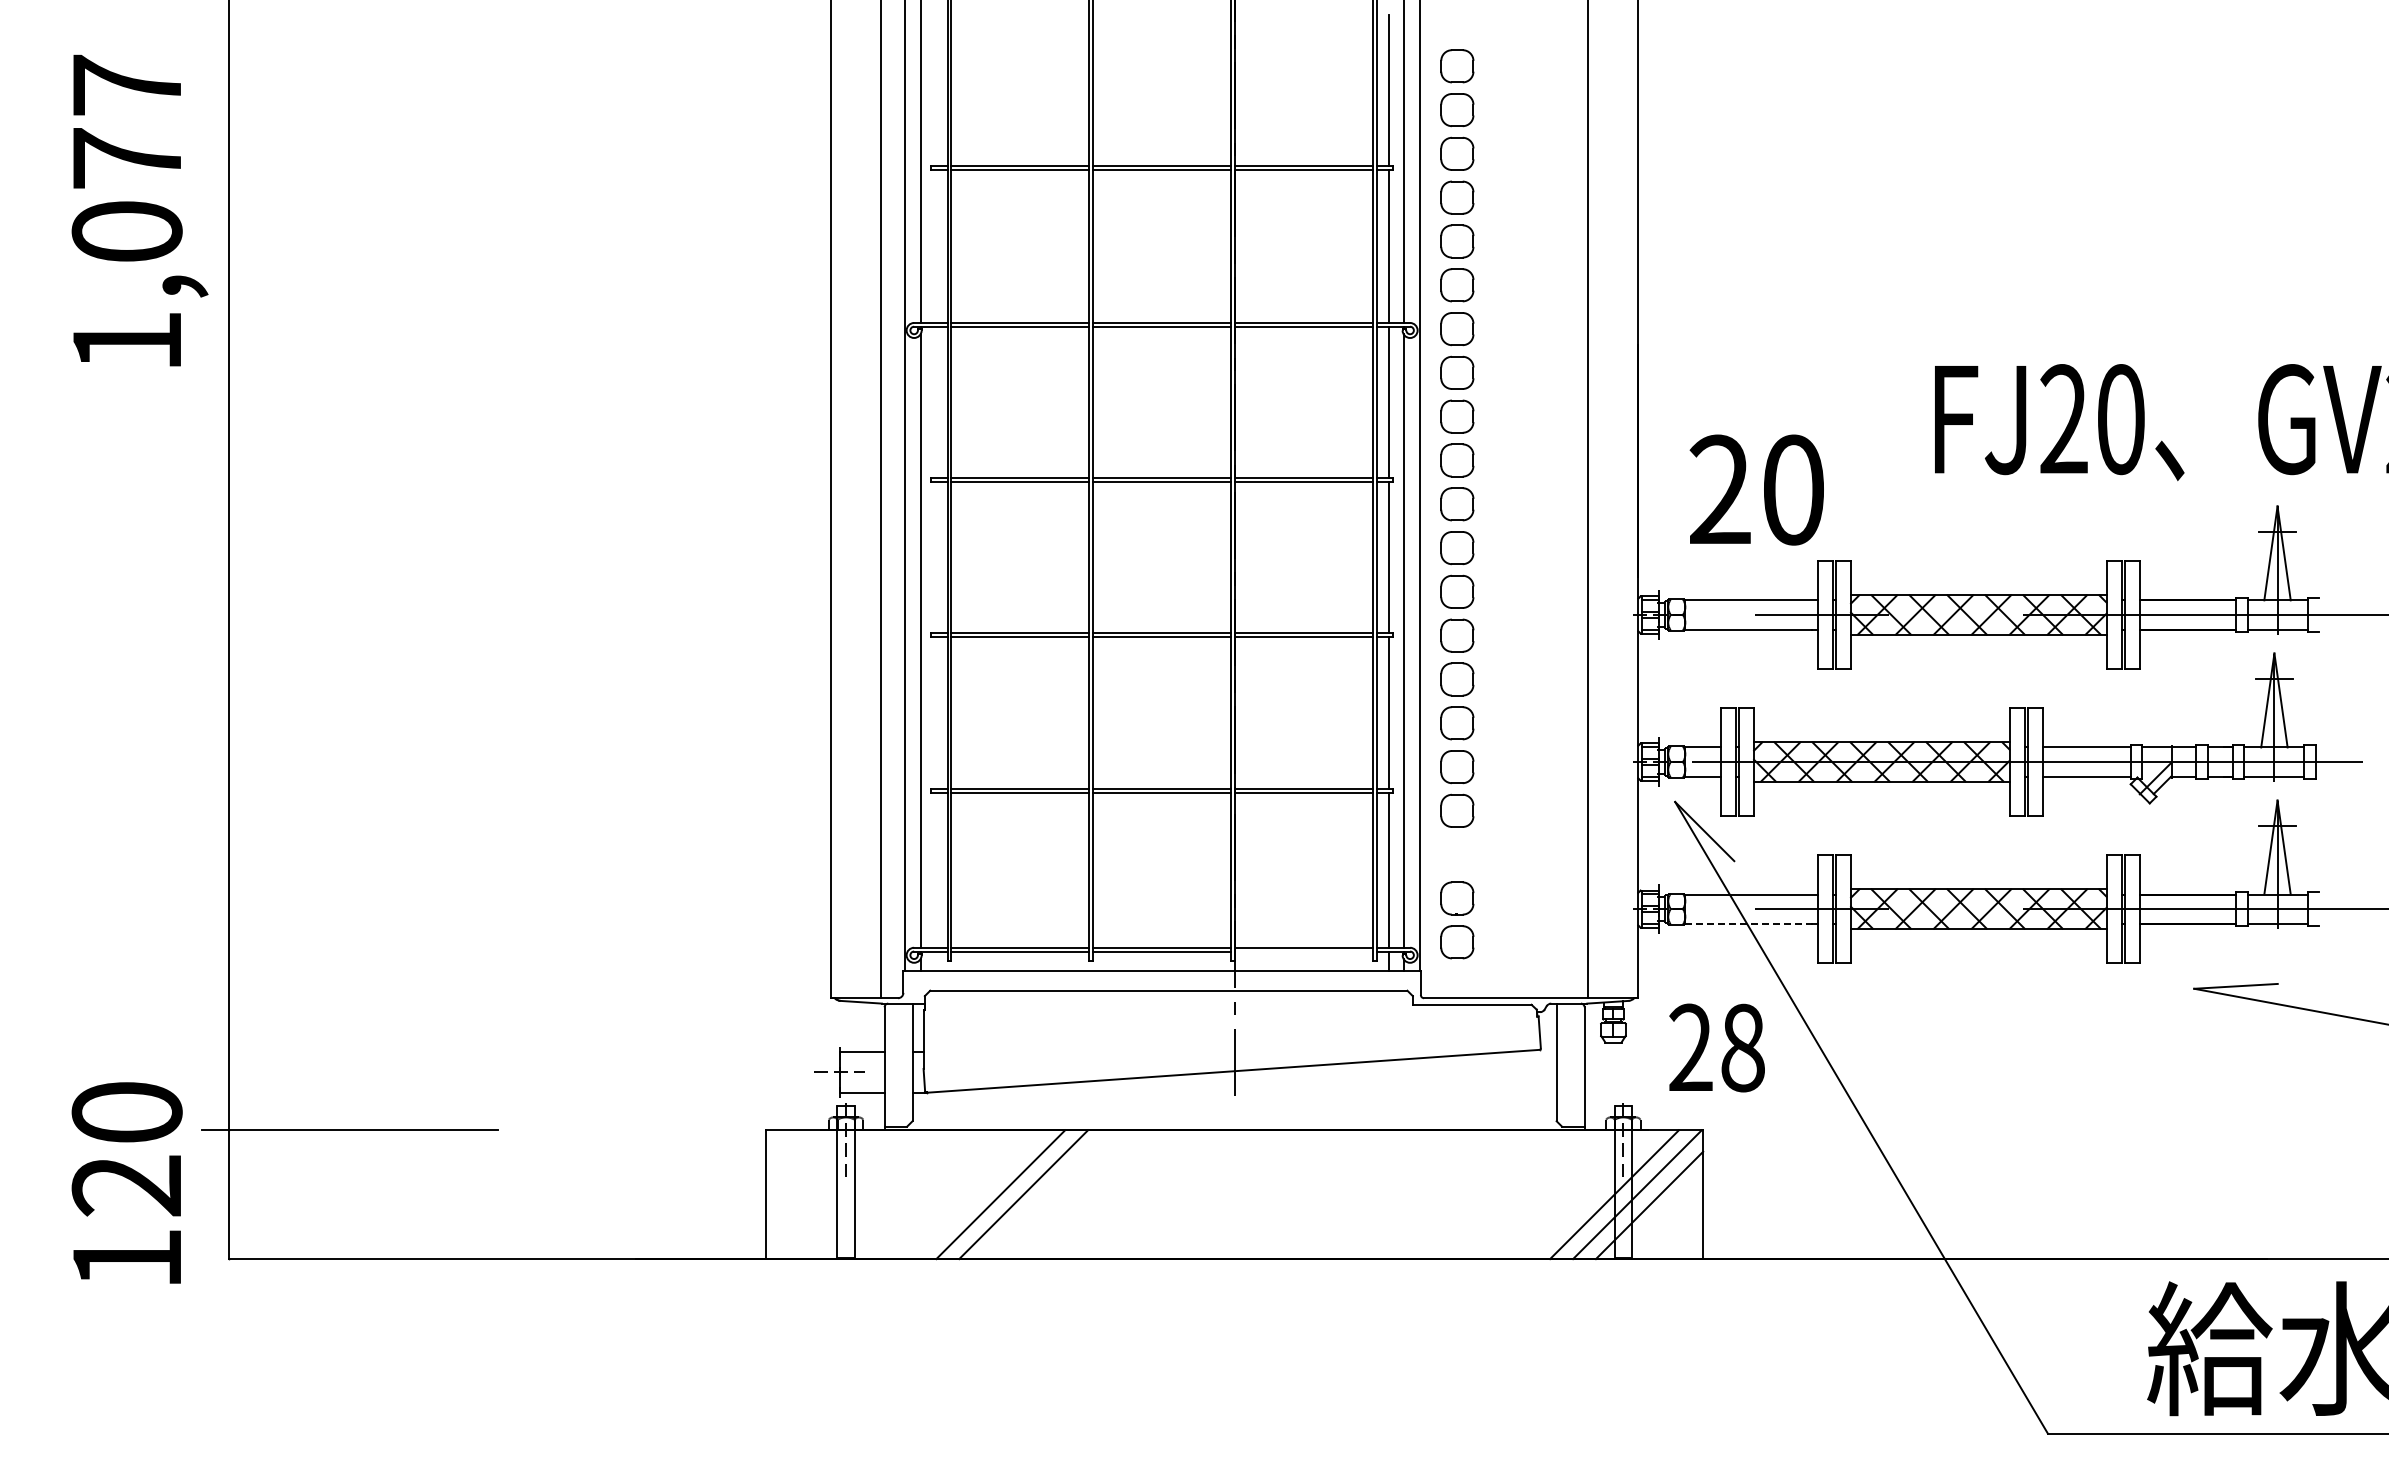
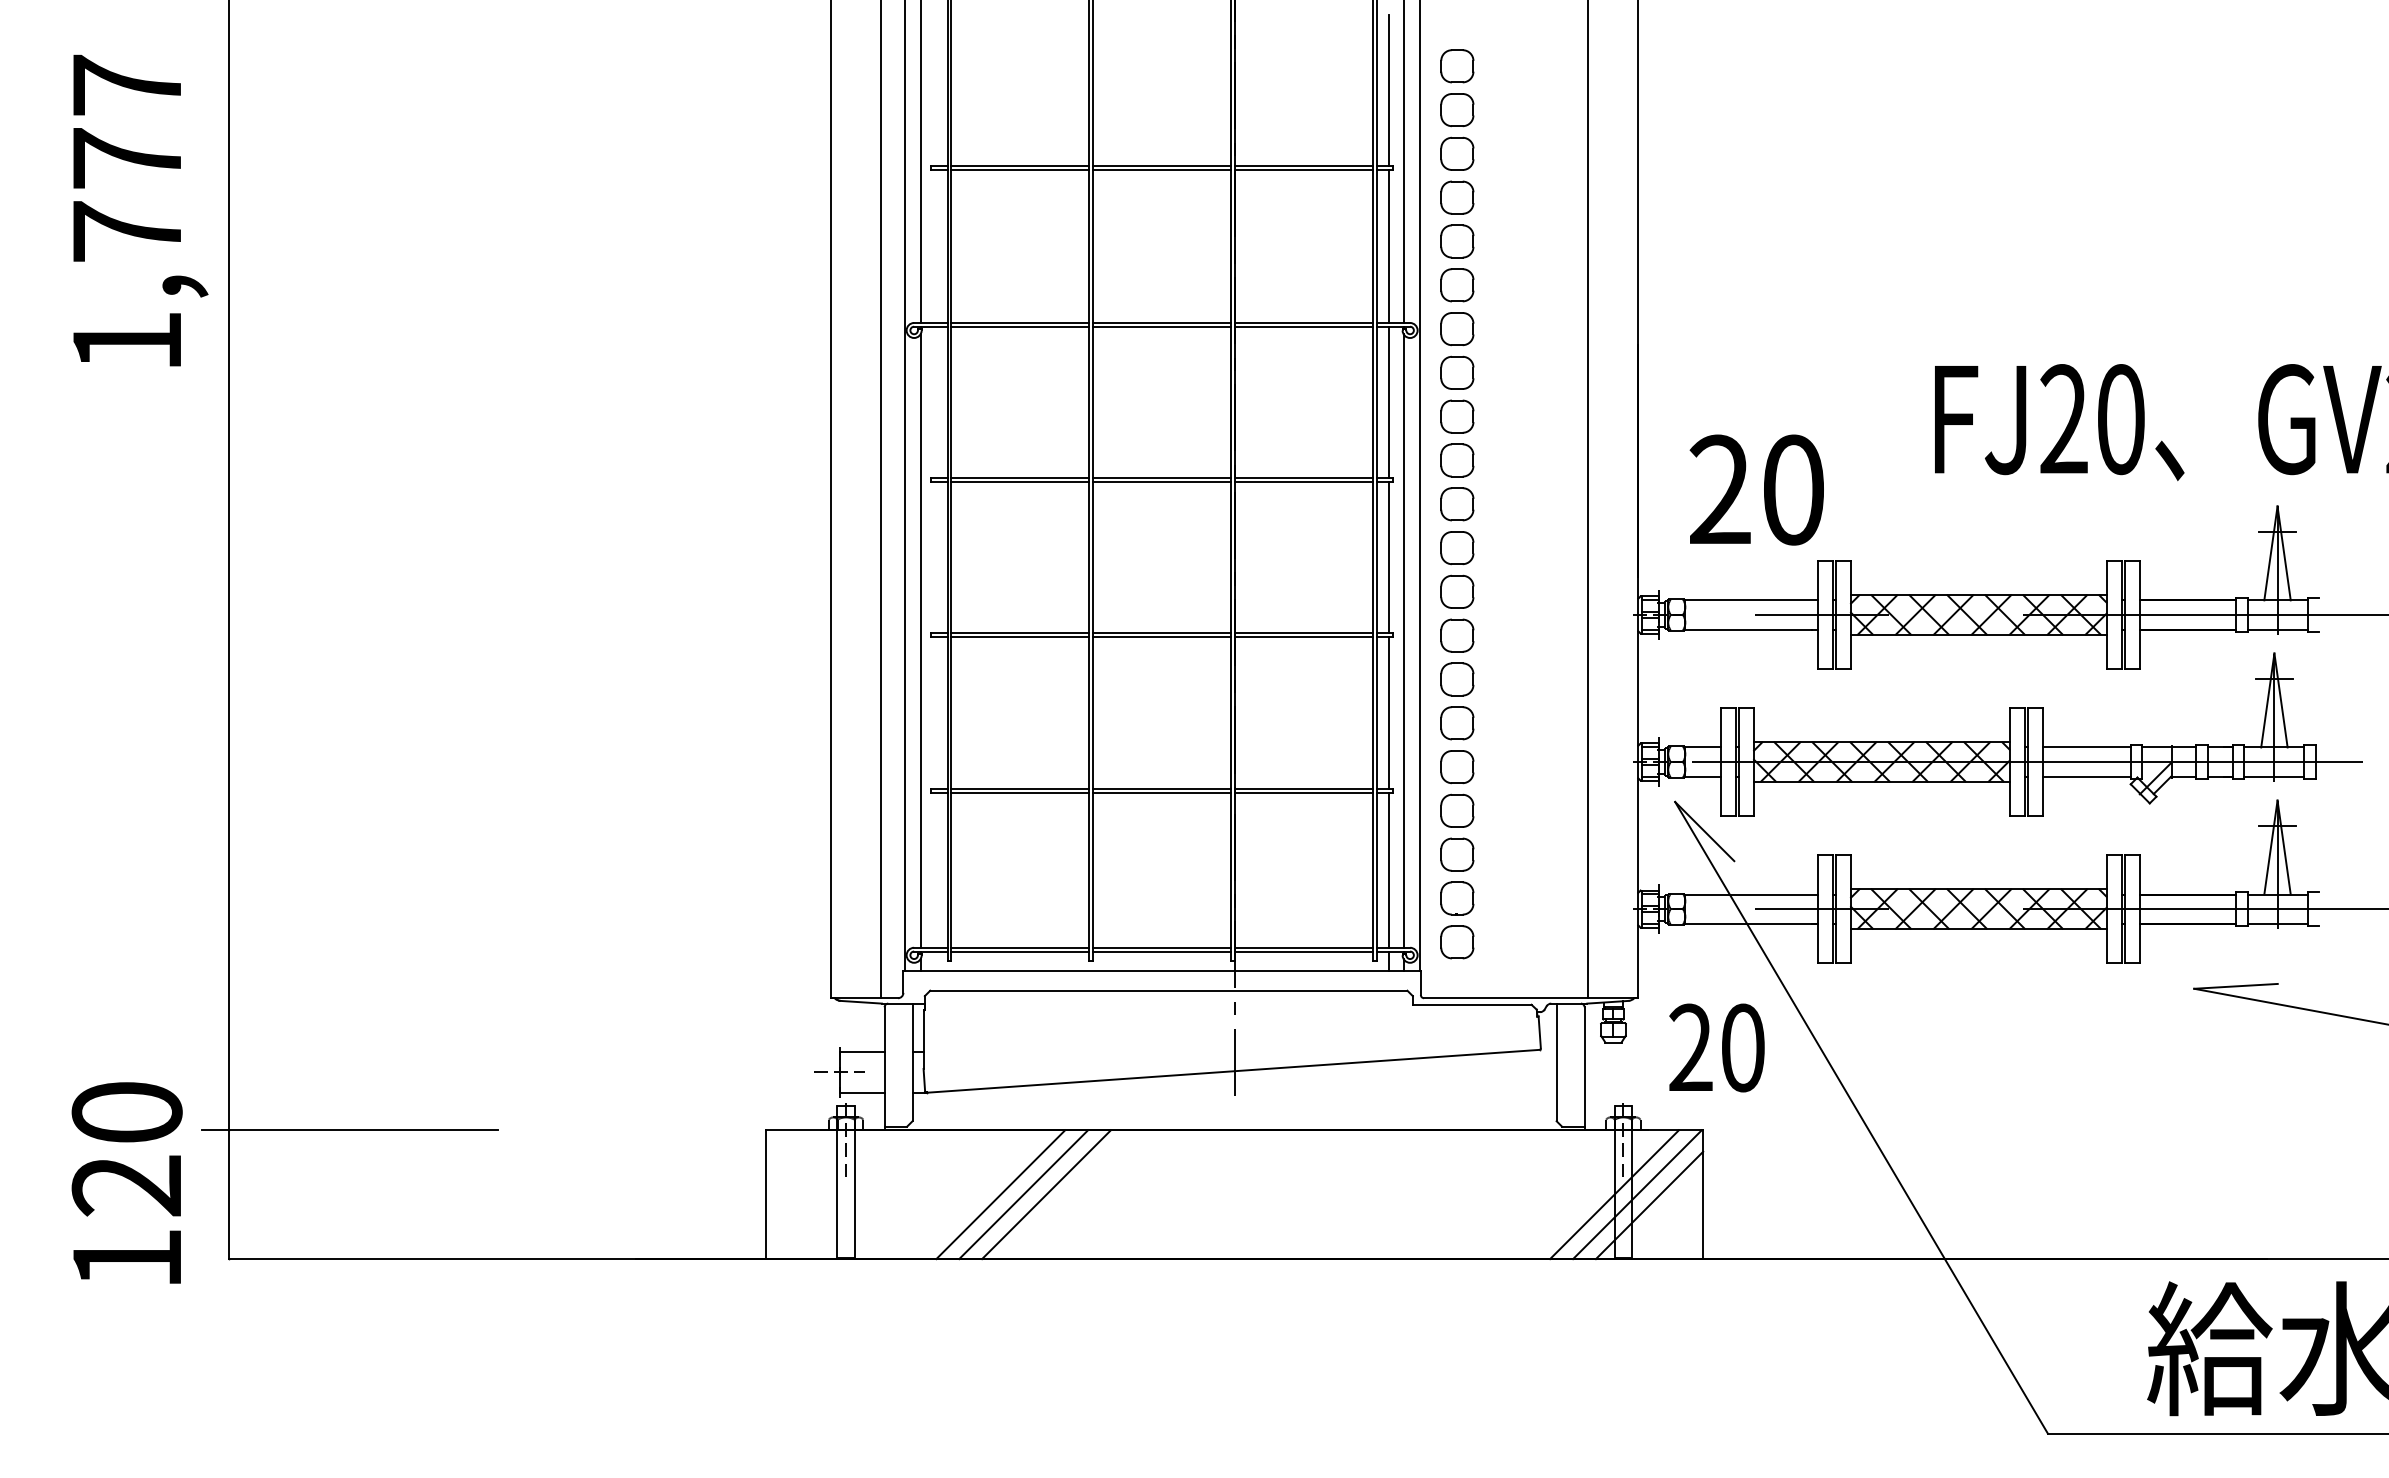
text at (126, 231): 1,077 -> 1,777
part at (1457, 854): none -> present
line at (1752, 923): dashed -> solid
line at (1303, 951): none -> present
text at (1742, 1047): 28 -> 20
line at (1046, 1194): none -> present
